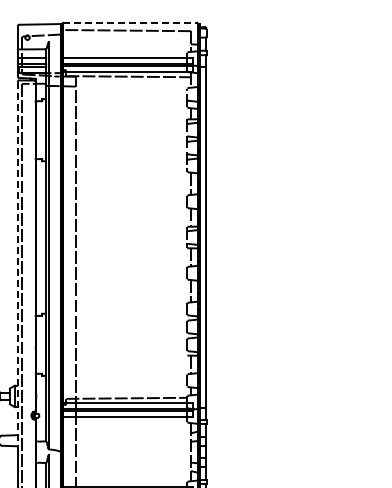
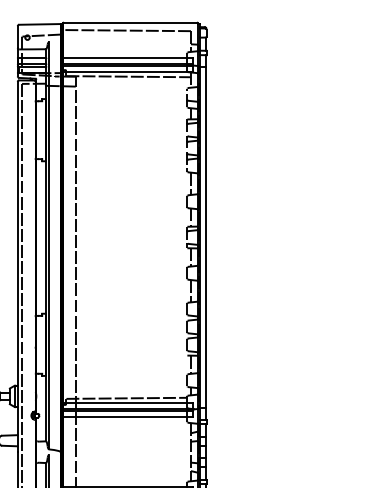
line at (130, 22): dashed -> solid
line at (17, 267): dashed -> solid
